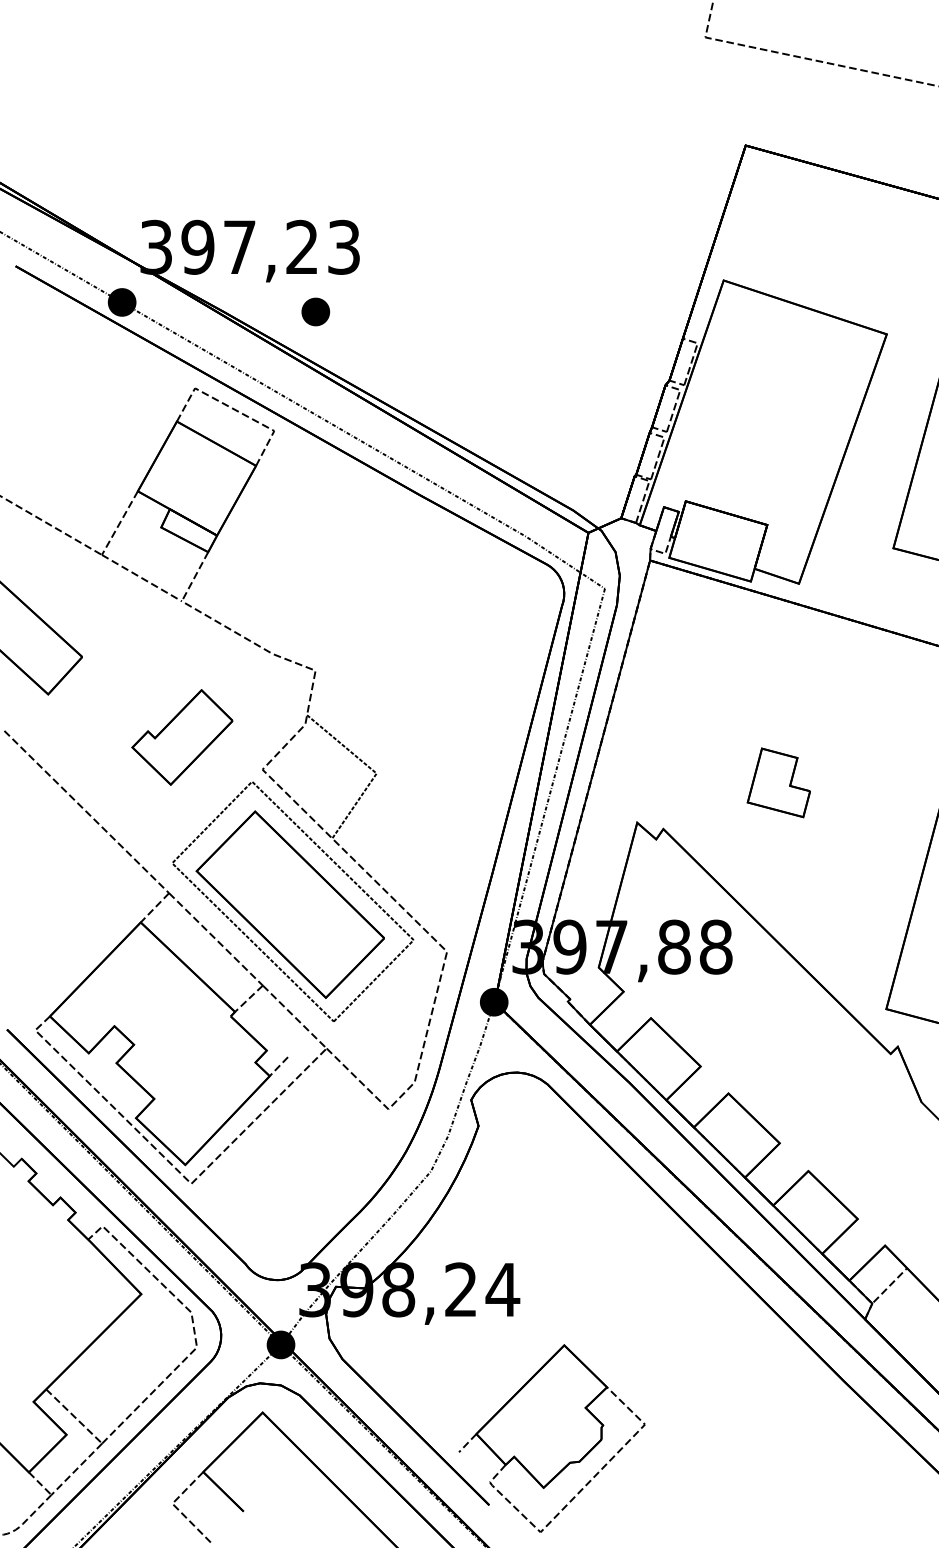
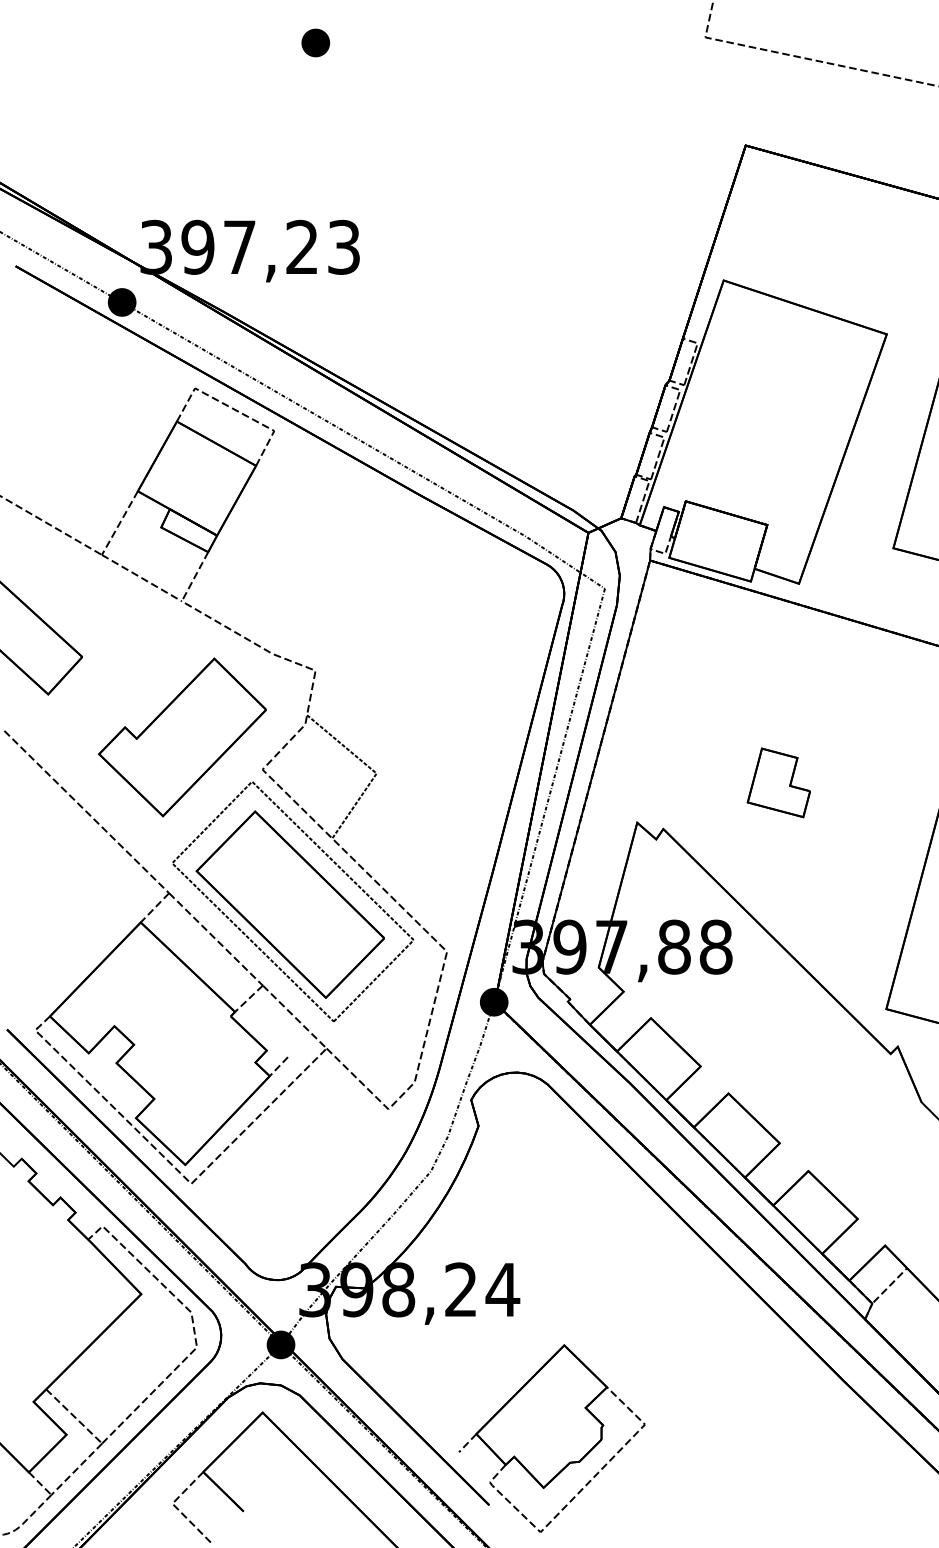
part at (315, 311) position: (315, 311) -> (315, 42)
part at (182, 737) size: 103x97 px -> 169x161 px
